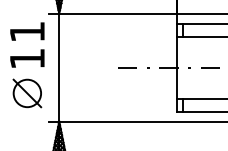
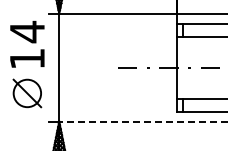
text at (27, 31): 11 -> 14
line at (142, 121): solid -> dashed
